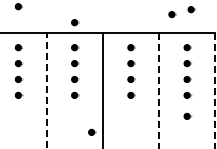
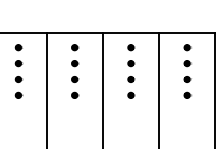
part at (18, 6): present -> none
part at (191, 9): present -> none
part at (172, 14): present -> none
part at (75, 22): present -> none
line at (46, 90): dashed -> solid
line at (159, 90): dashed -> solid
line at (215, 90): dashed -> solid
part at (187, 115): present -> none
part at (92, 131): present -> none
